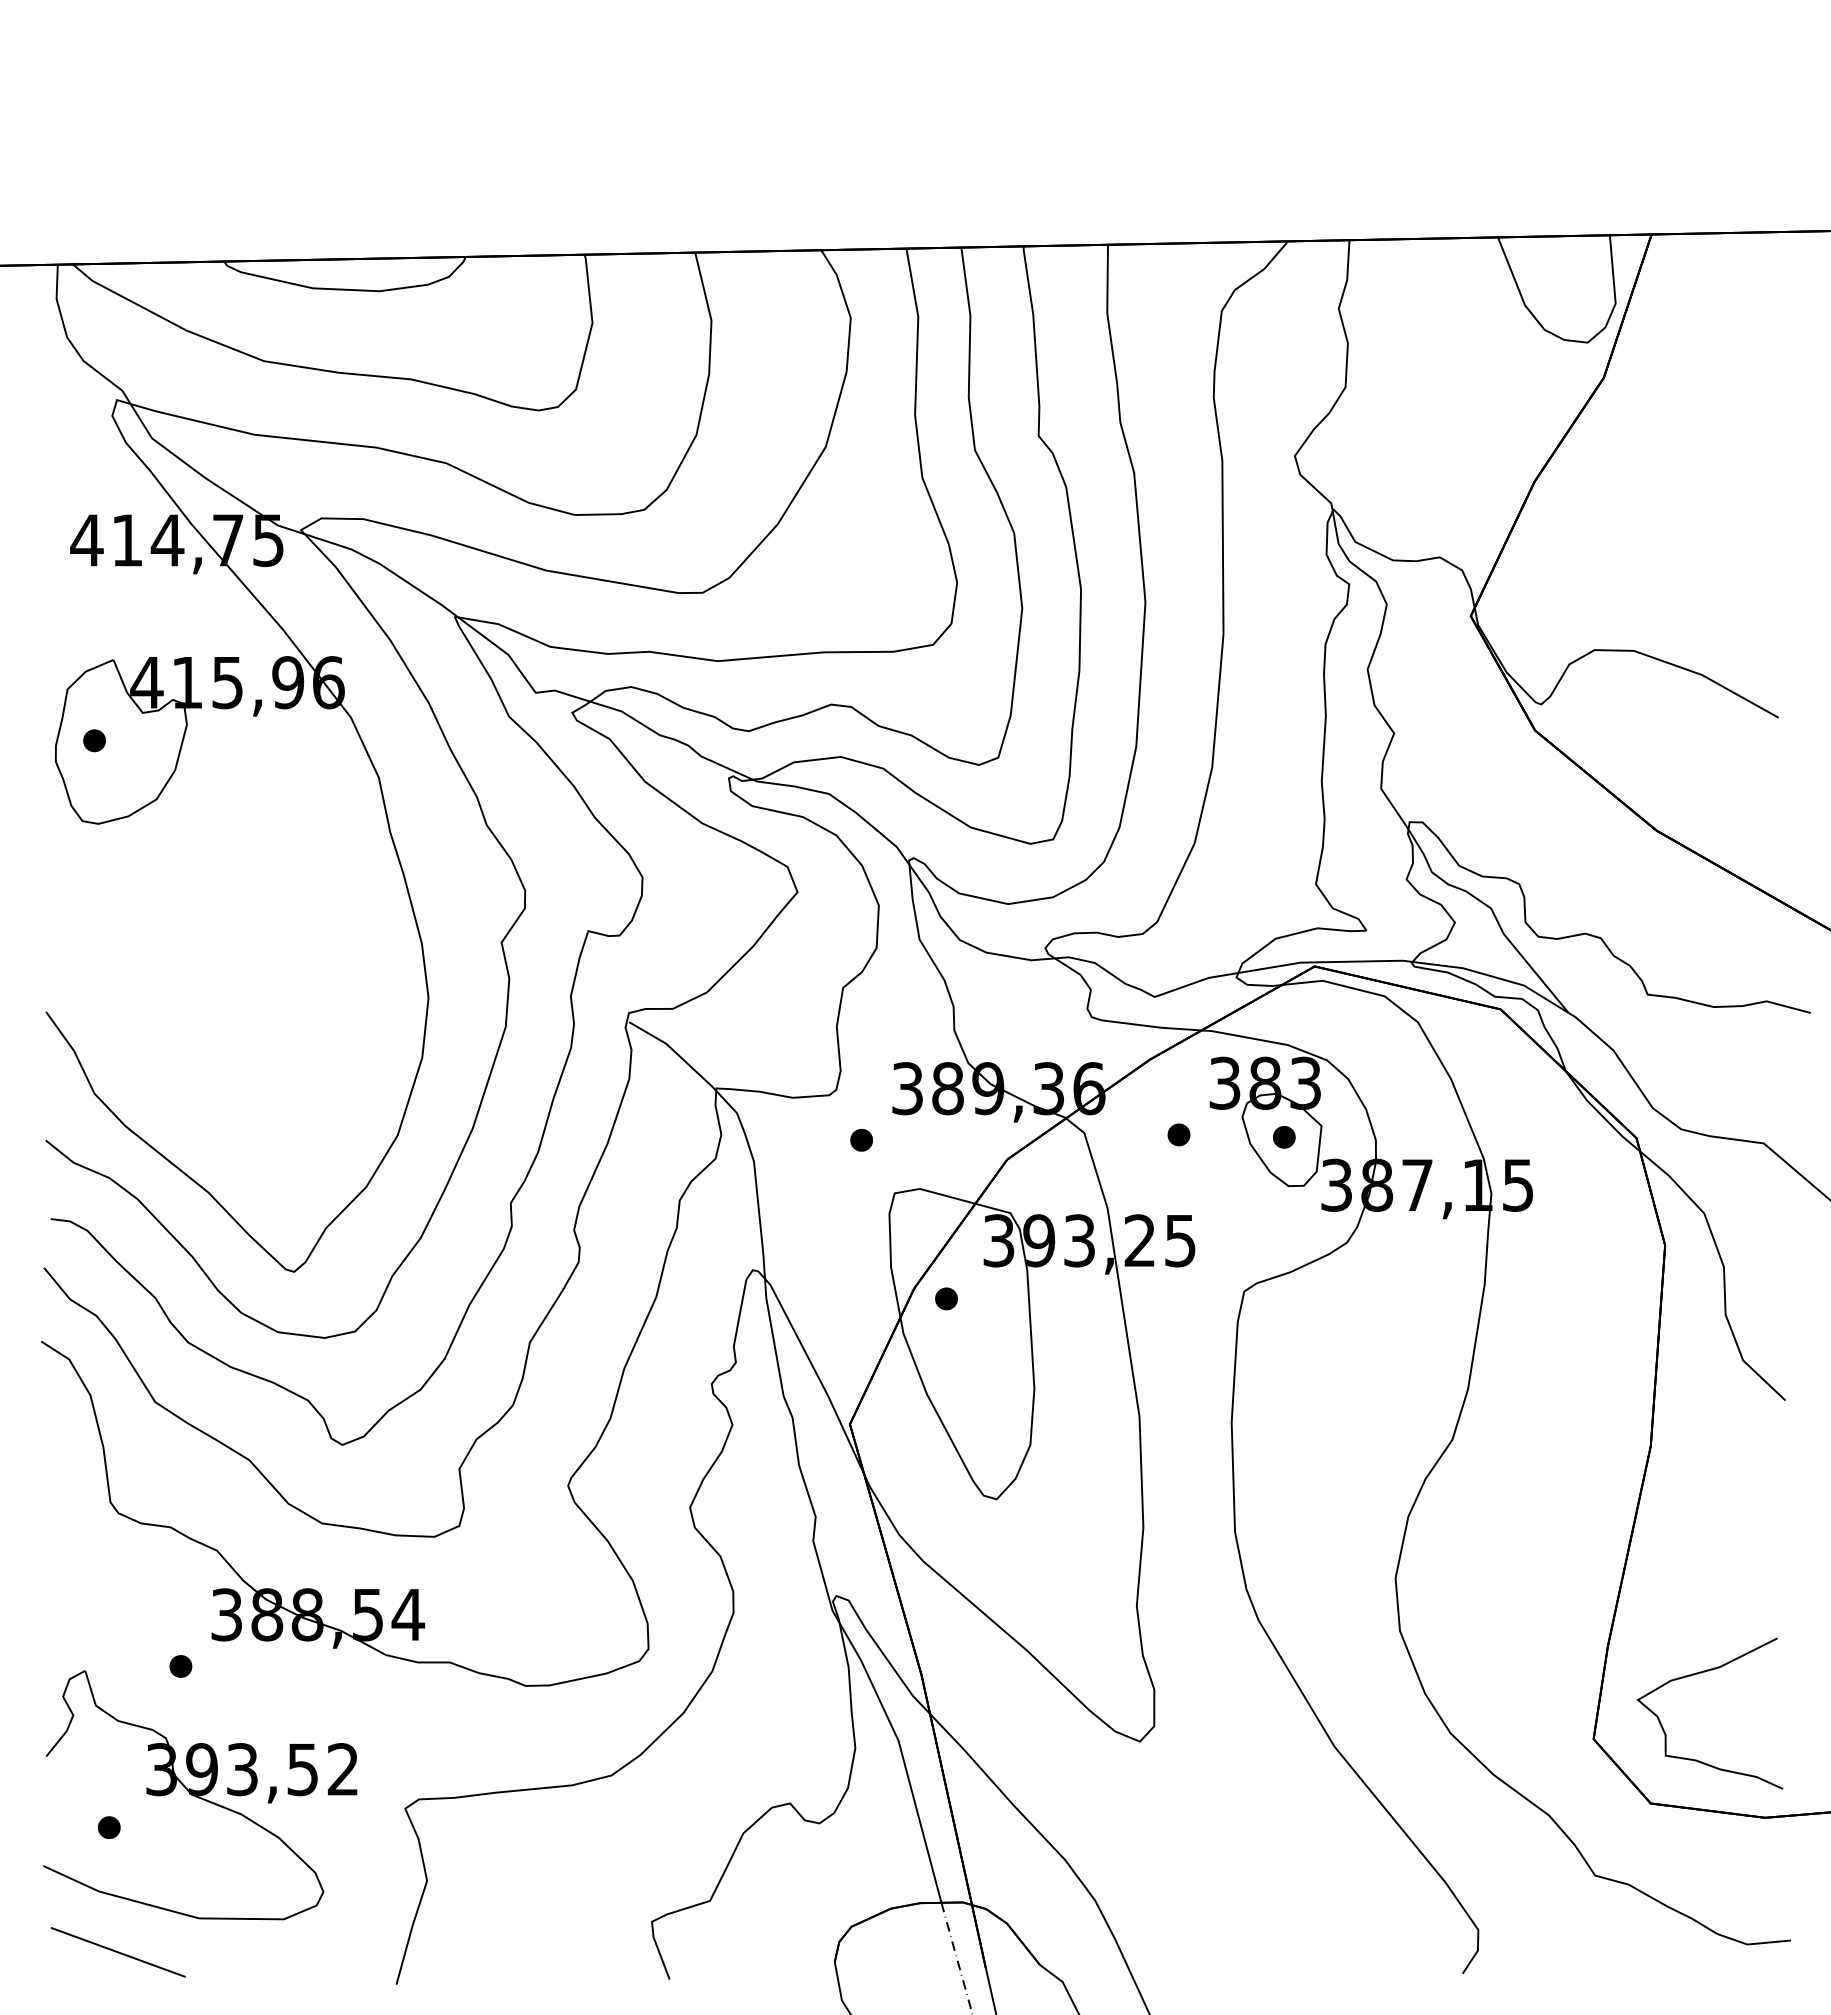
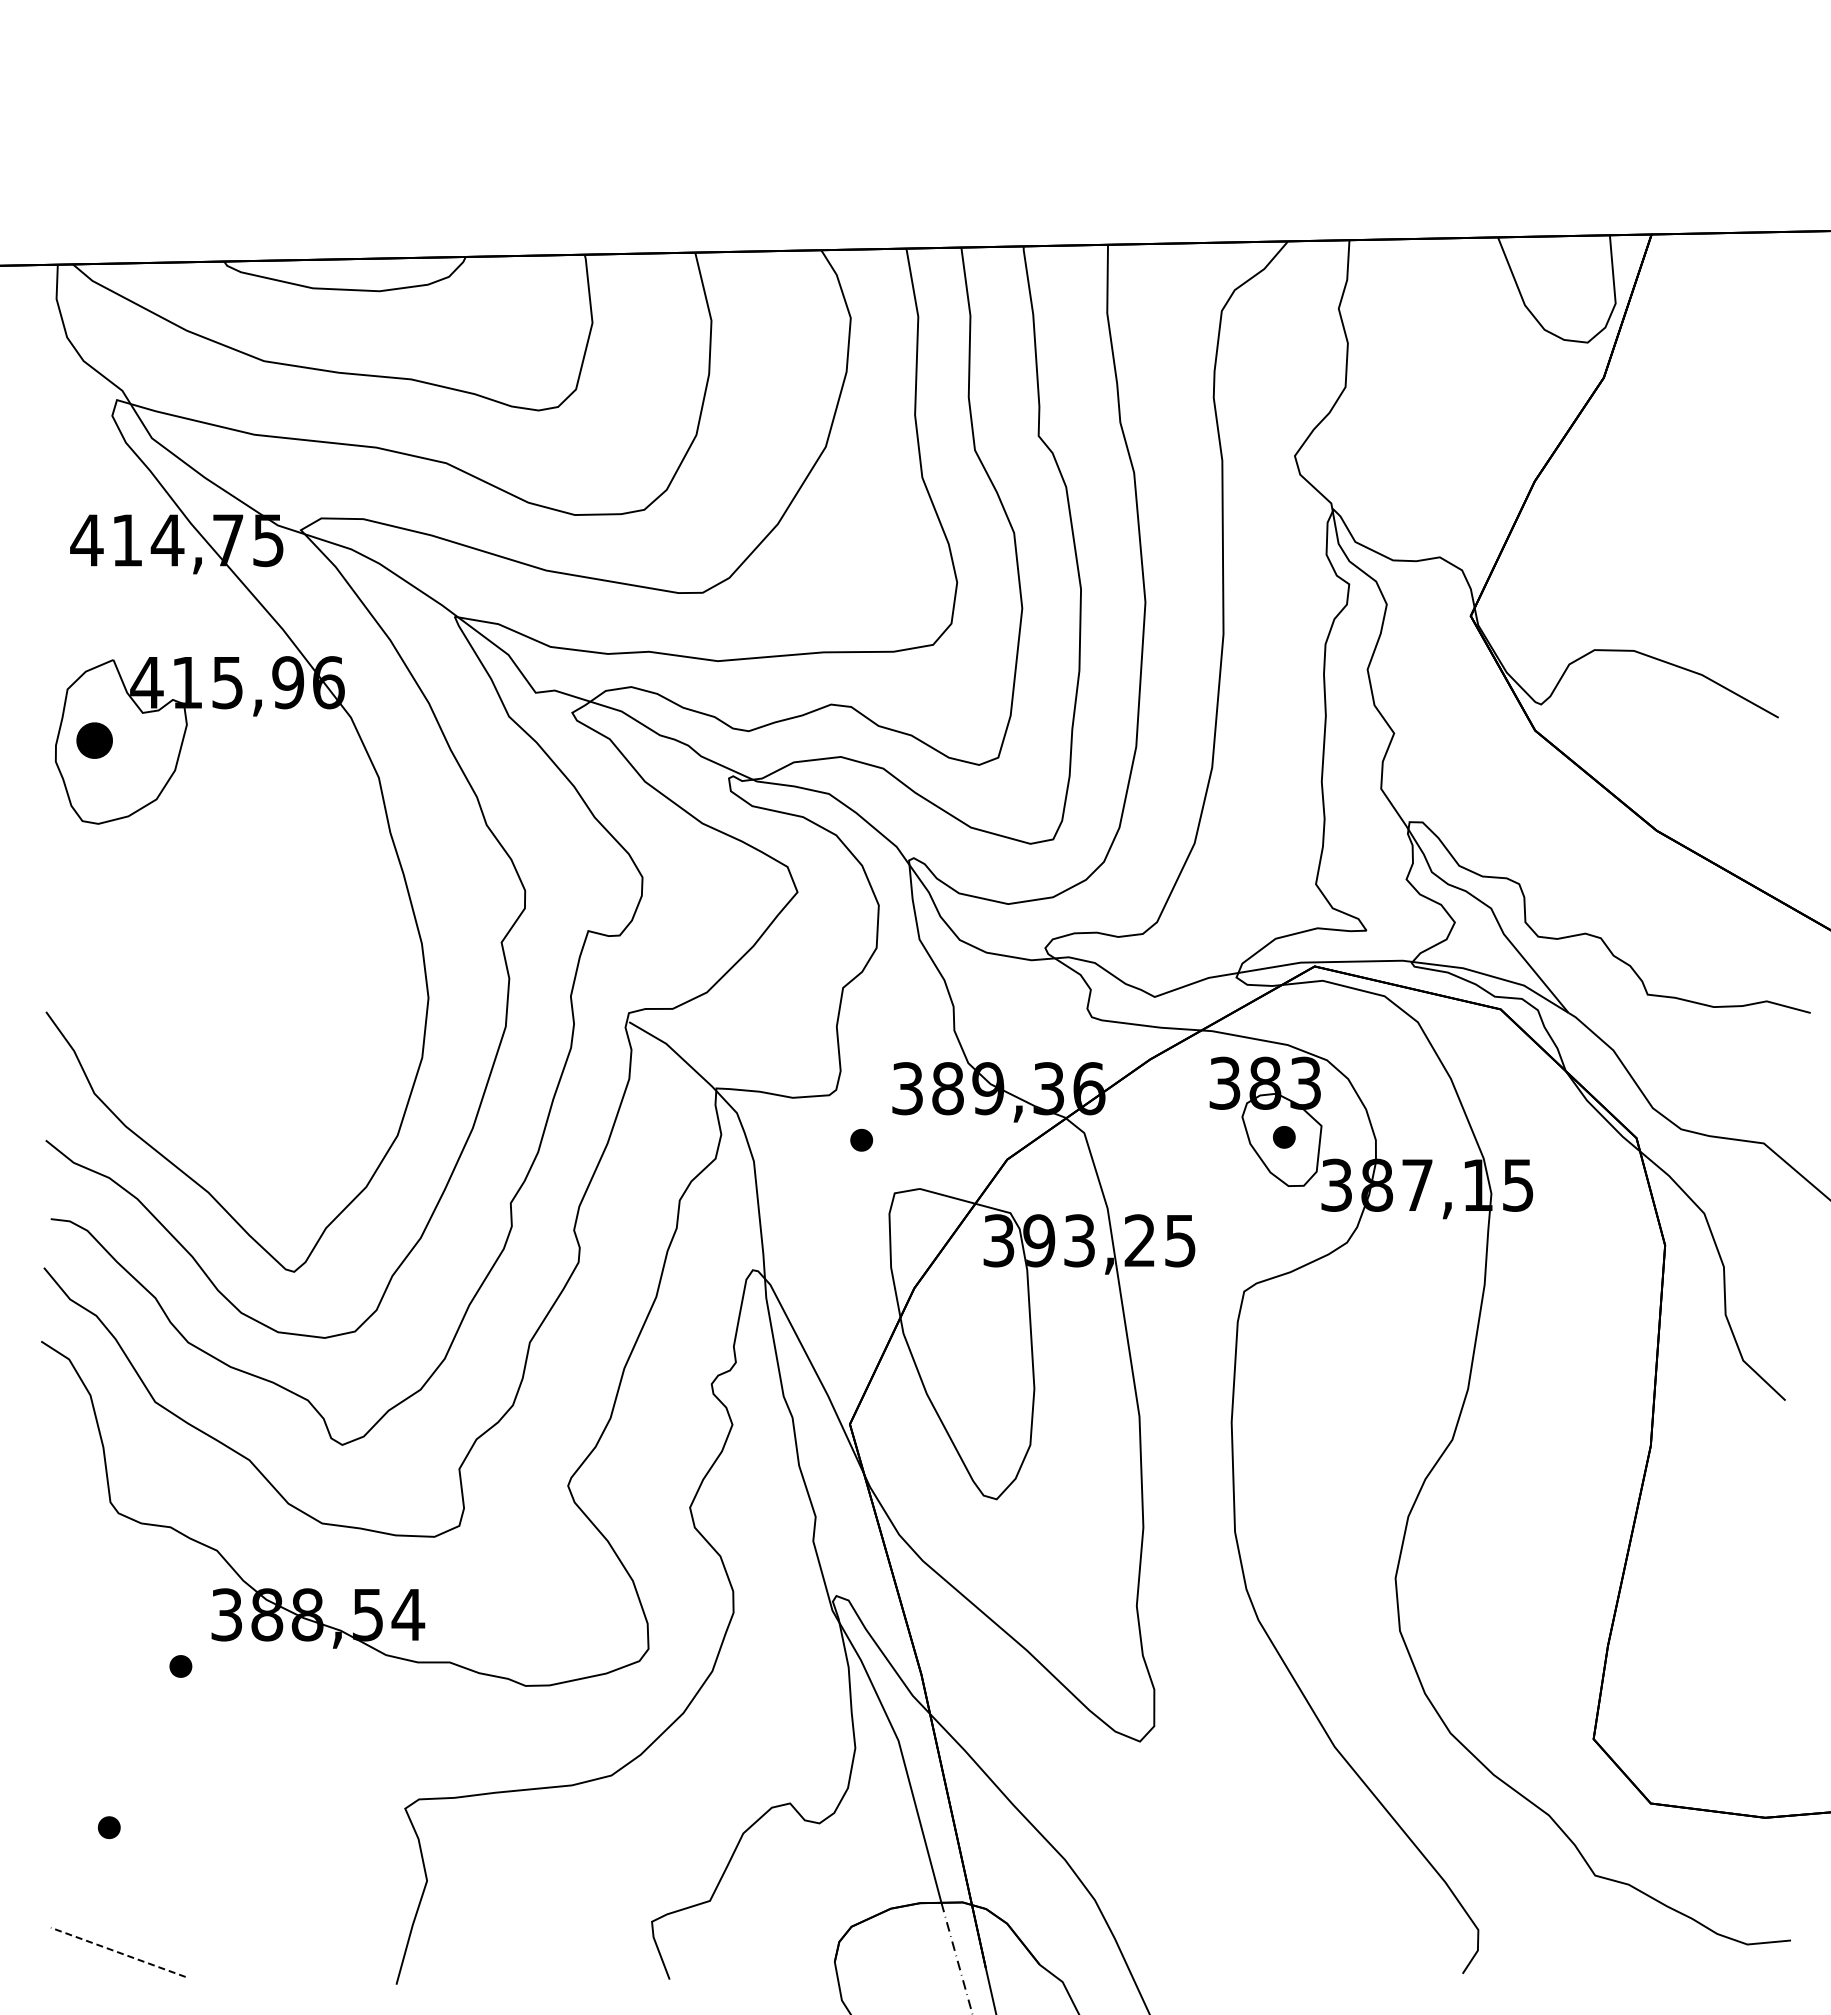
part at (94, 740) size: 23x24 px -> 37x37 px
part at (1178, 1134): present -> none
part at (946, 1298): present -> none
curve at (1701, 1673): present -> none
part at (200, 1795): present -> none
line at (118, 1952): solid -> dashed
